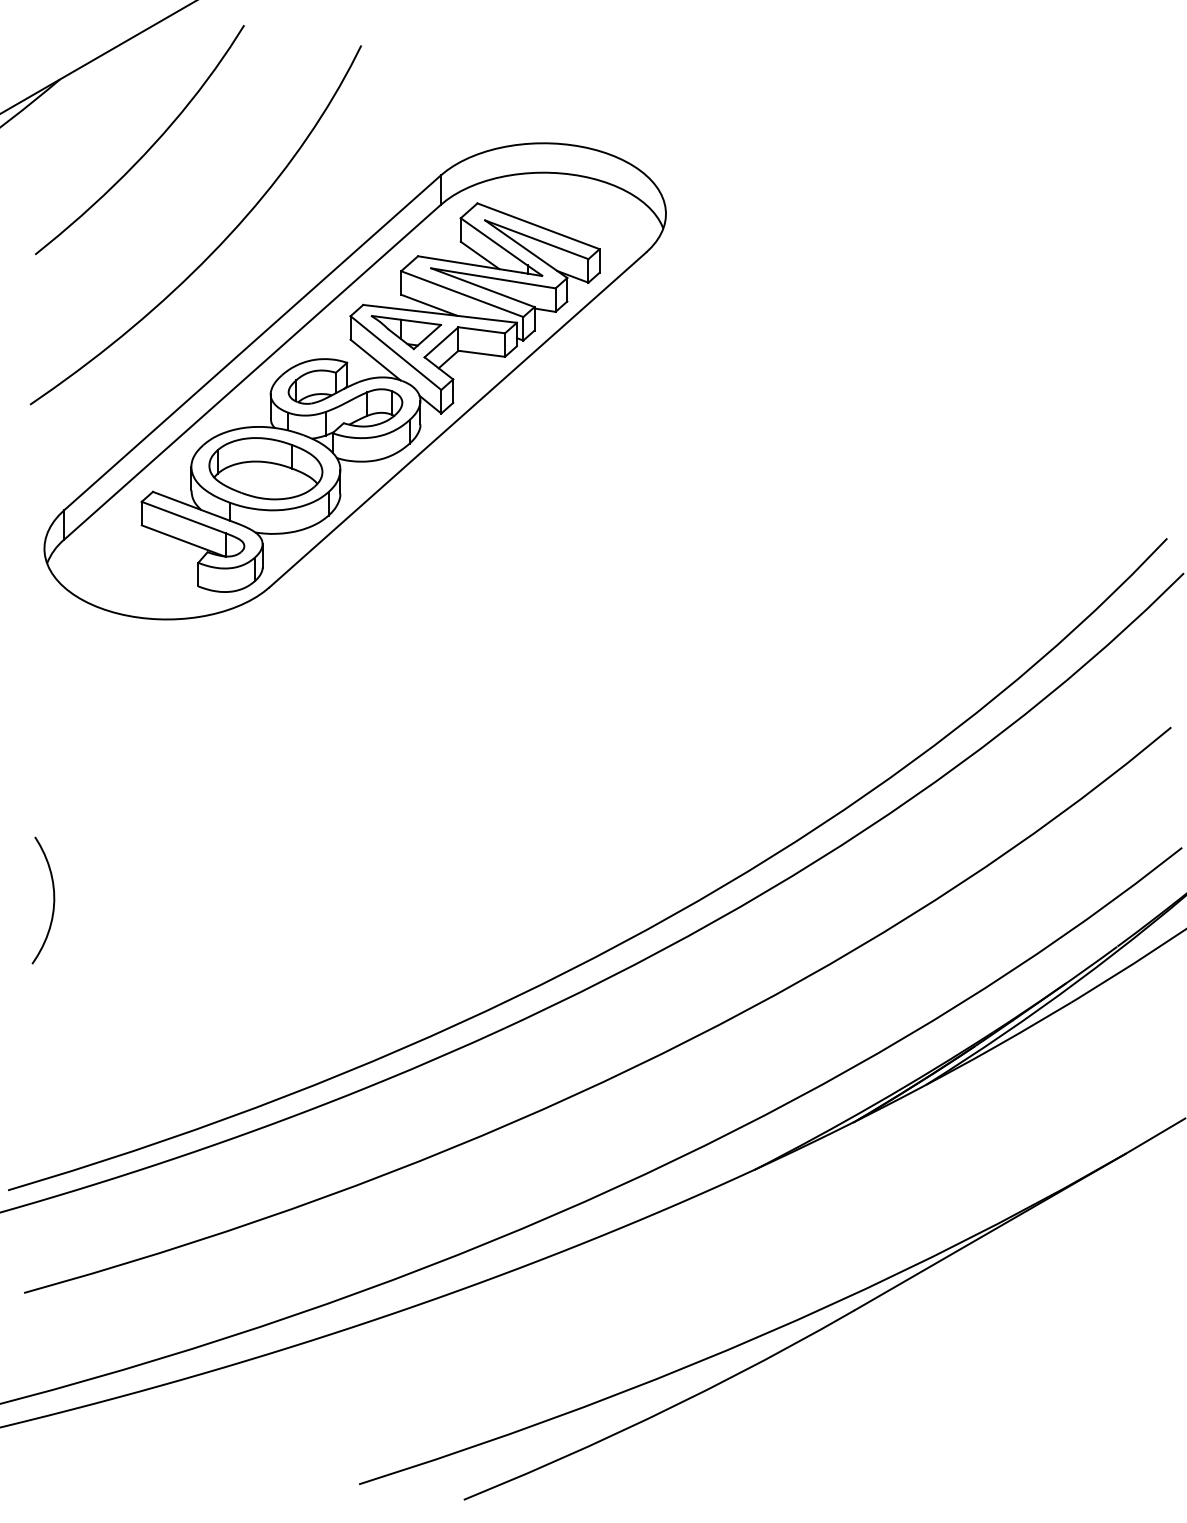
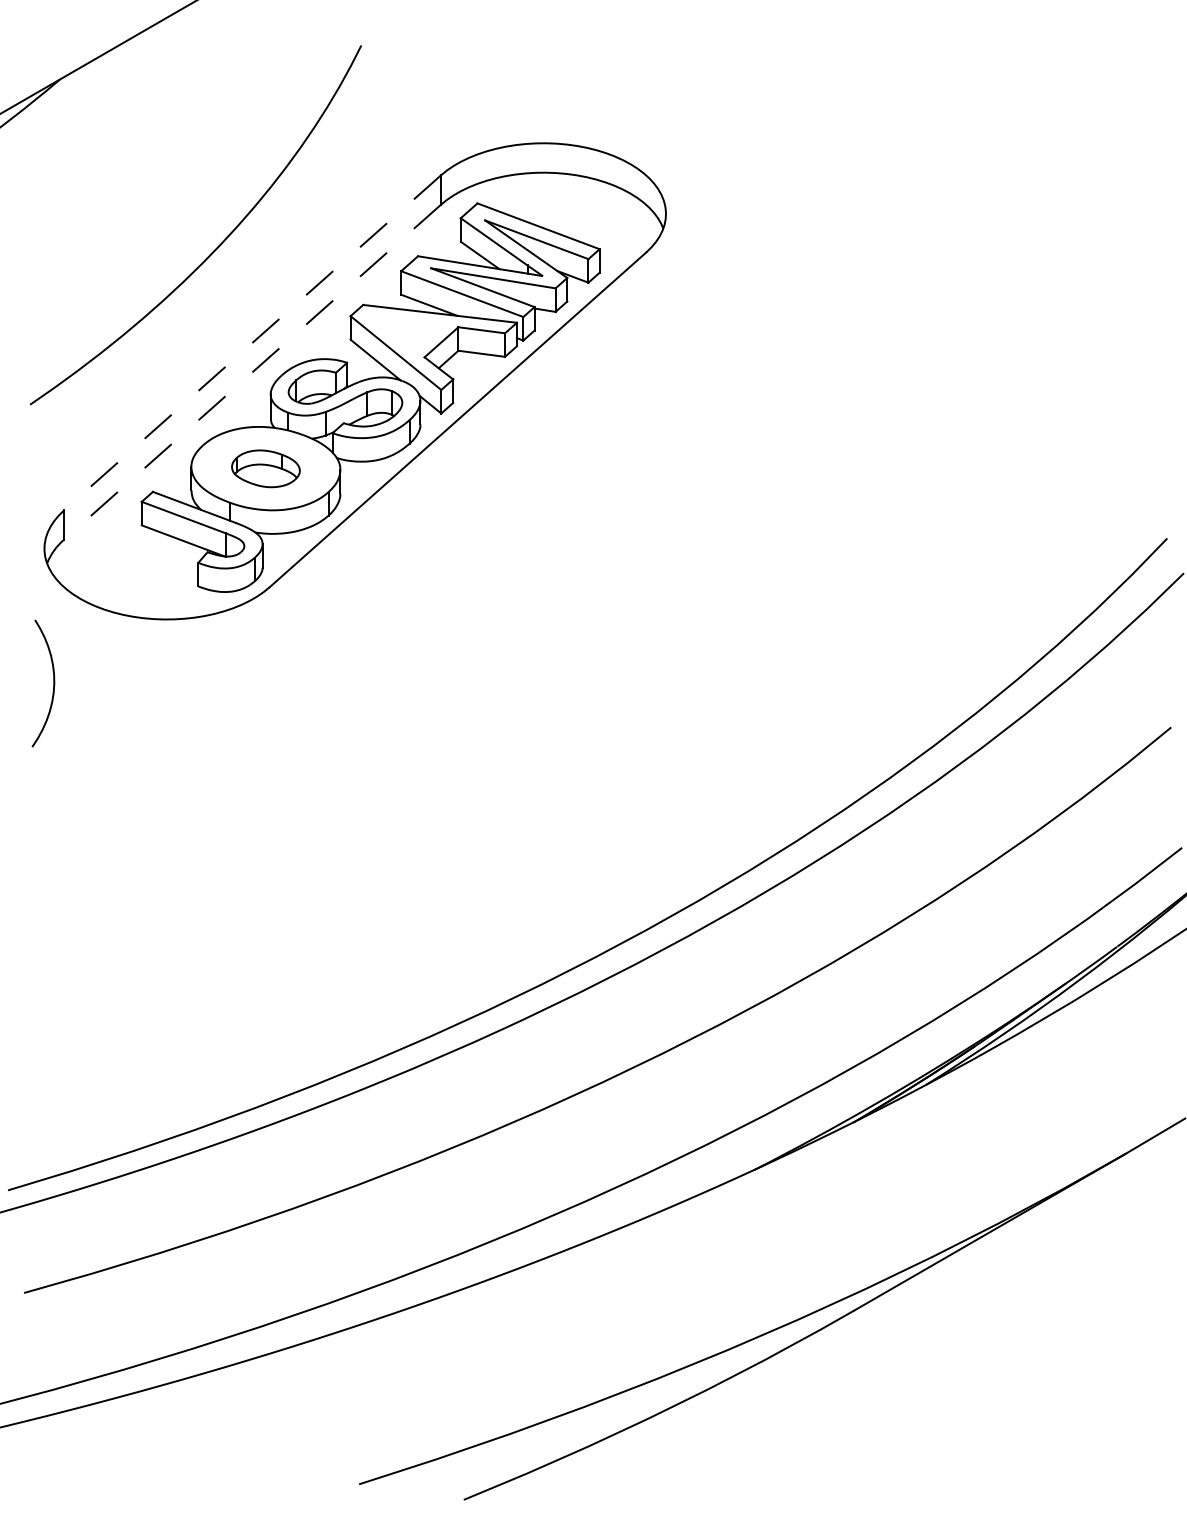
curve at (148, 148): present -> none
part at (405, 332): present -> none
line at (252, 342): solid -> dashed
line at (252, 372): solid -> dashed
part at (265, 468) size: 116x64 px -> 70x40 px
curve at (53, 900) position: (53, 900) -> (53, 683)
